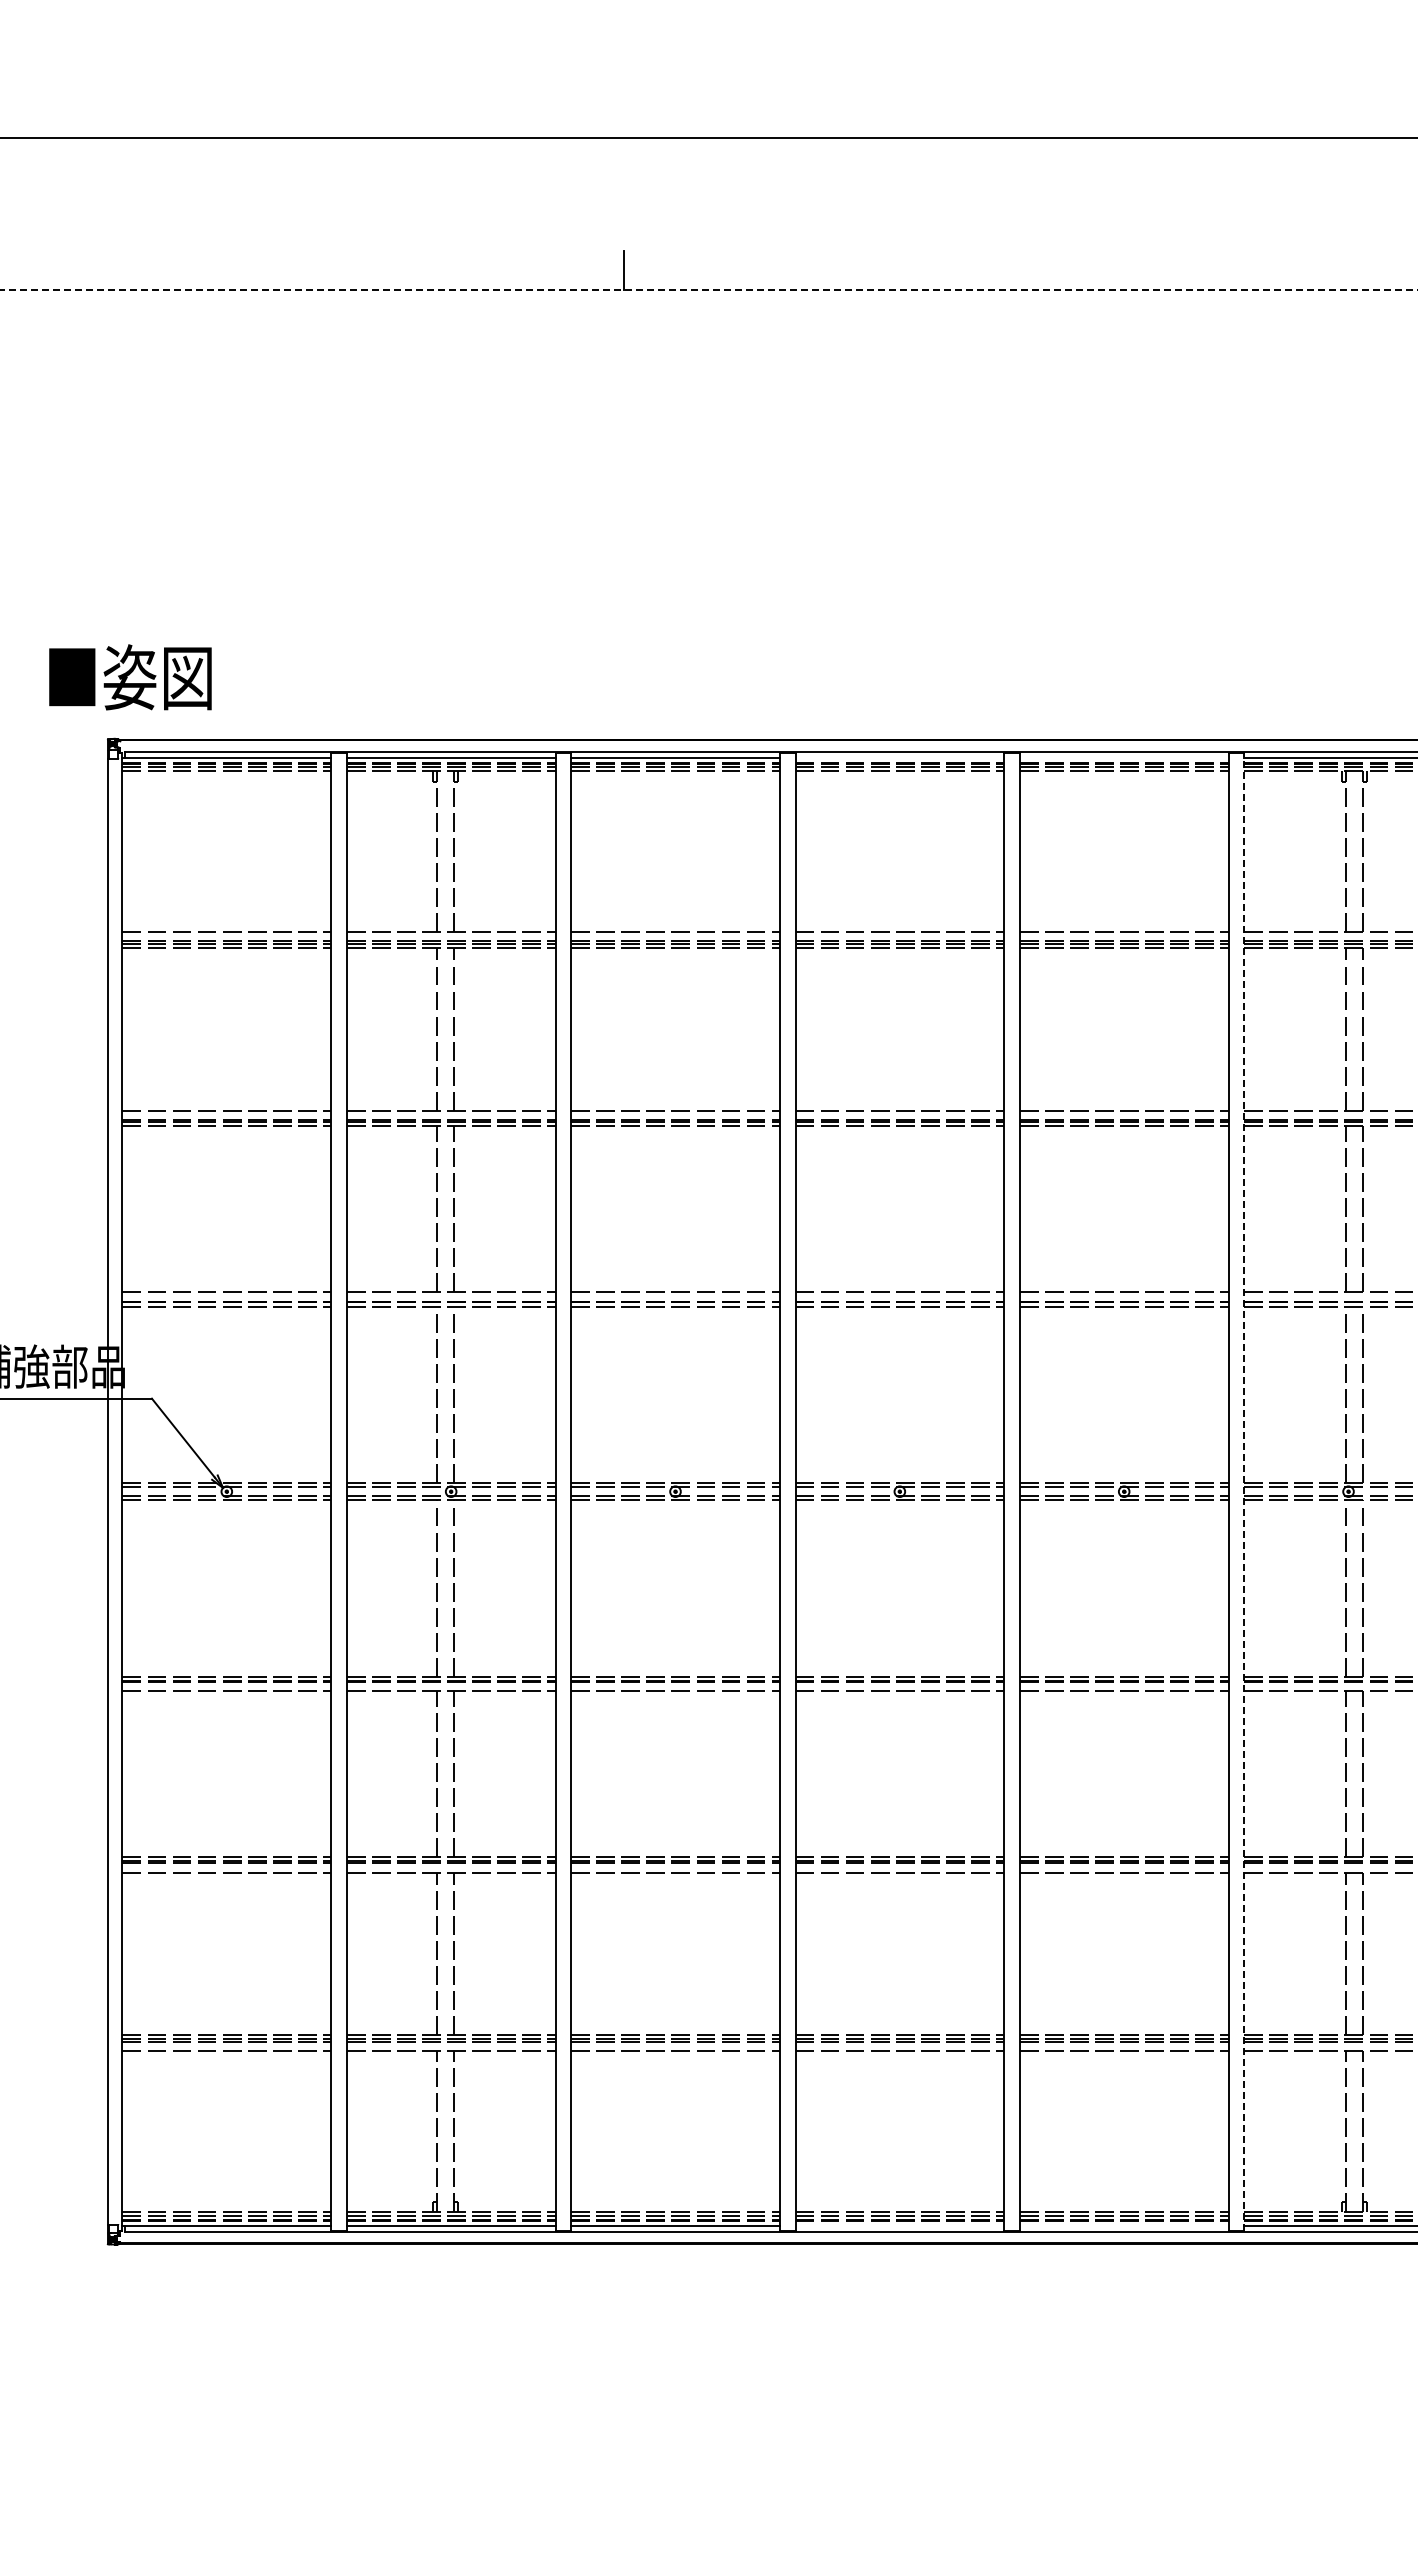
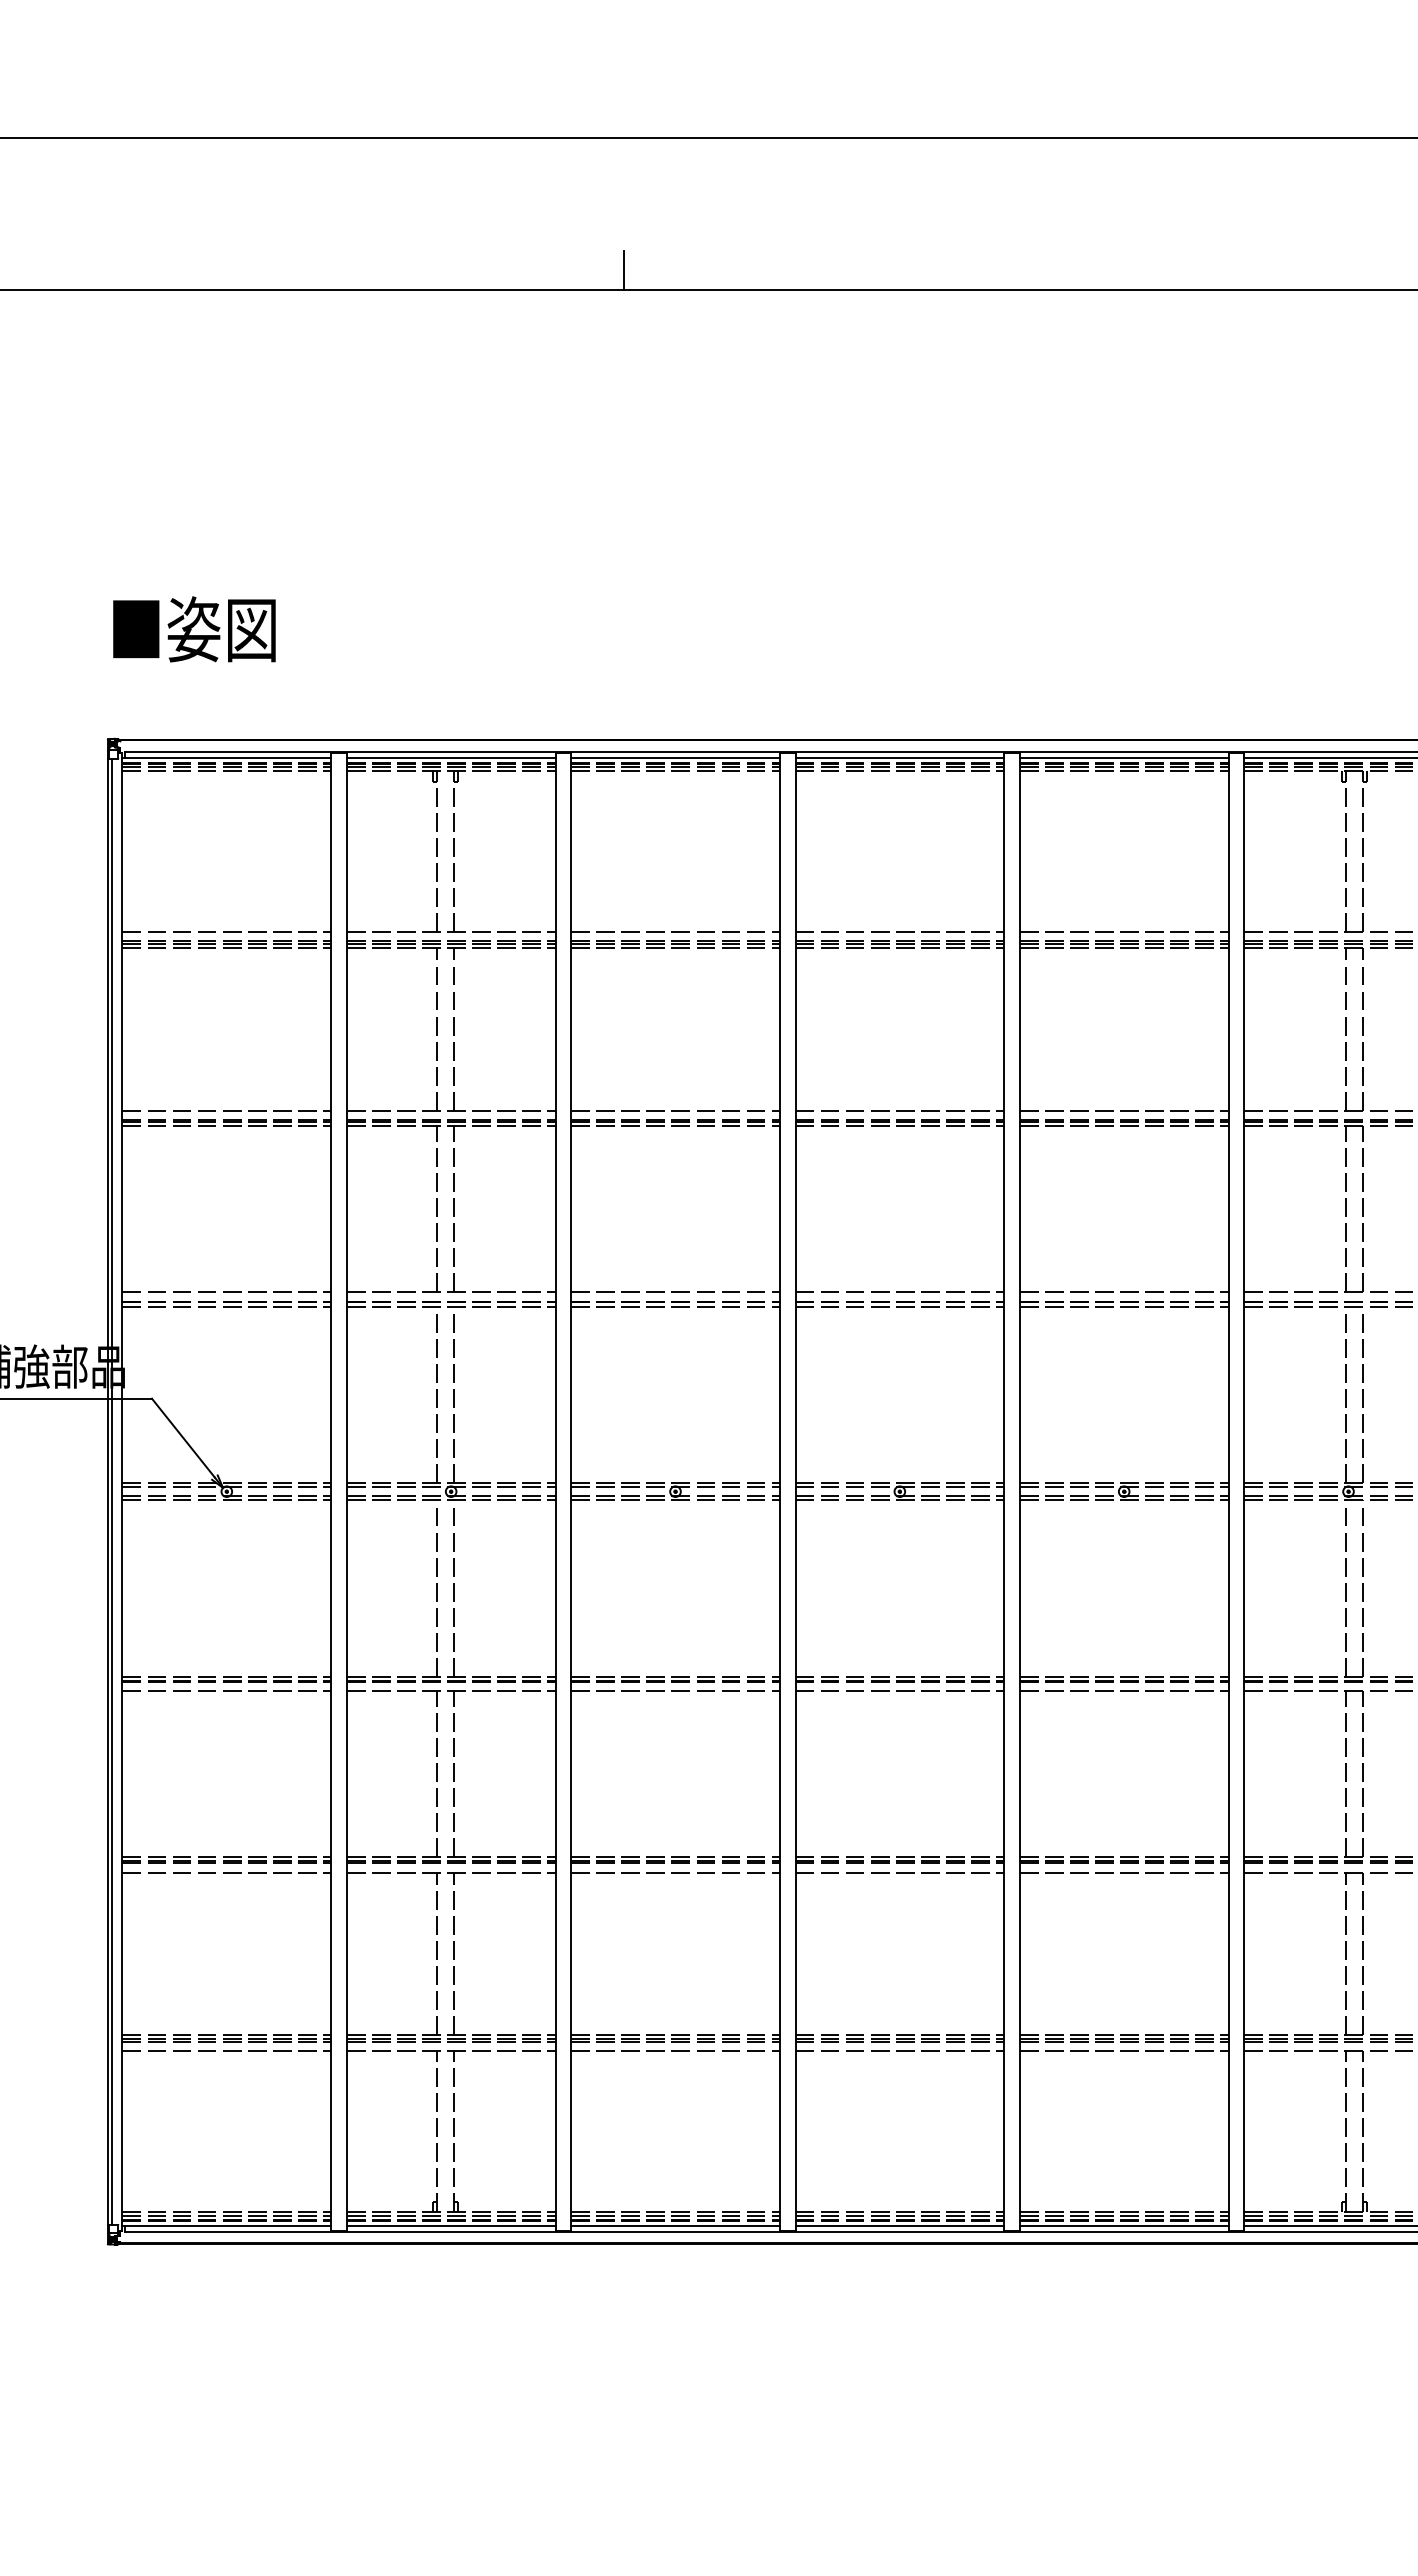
line at (708, 290): dashed -> solid
text at (130, 677) position: (130, 677) -> (194, 629)
line at (899, 757): none -> present
line at (1123, 757): none -> present
line at (111, 1491): none -> present
line at (1244, 1491): dashed -> solid
line at (899, 2225): none -> present
line at (1123, 2225): none -> present
